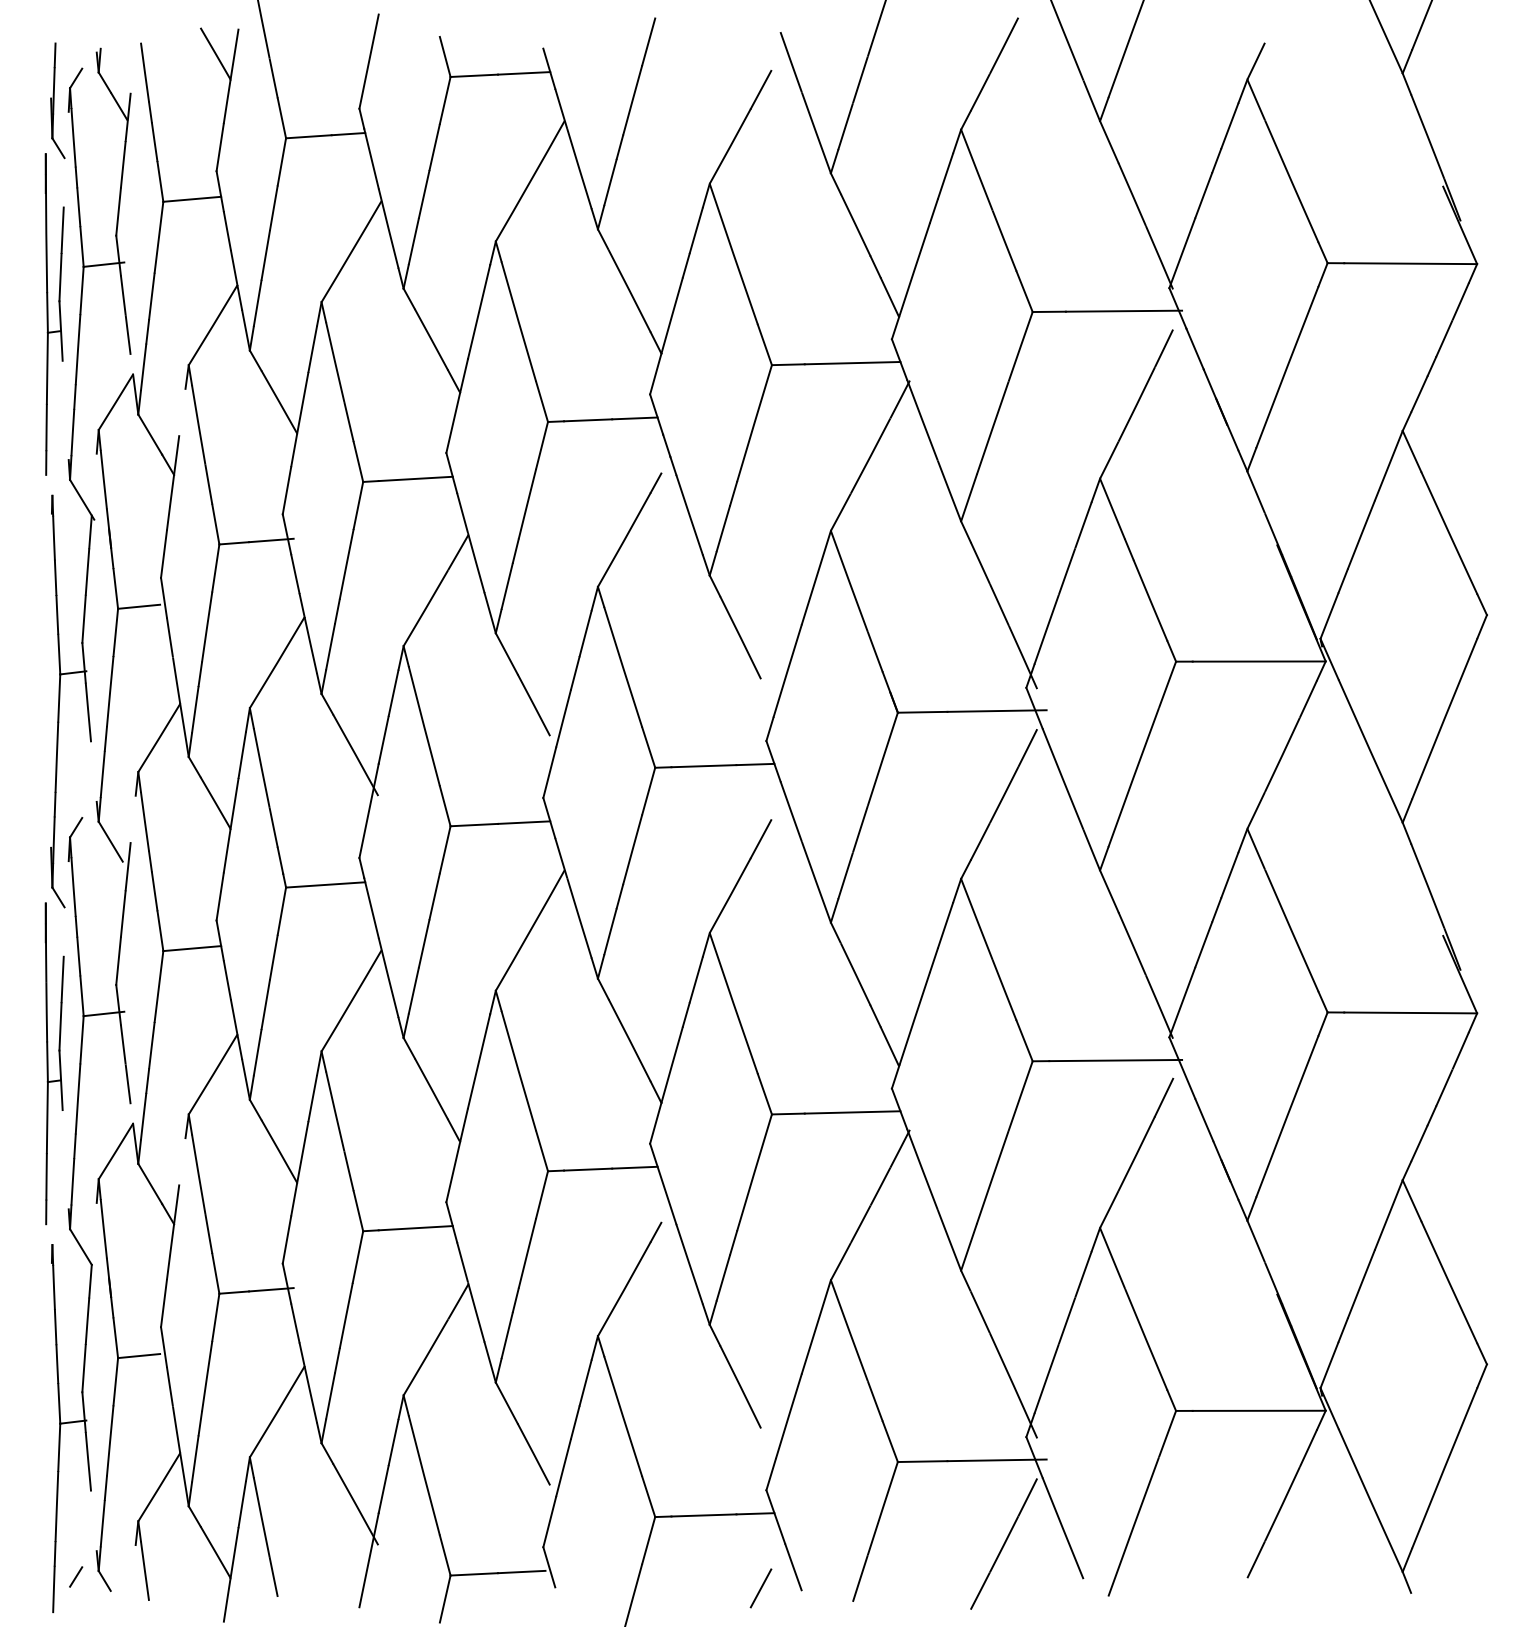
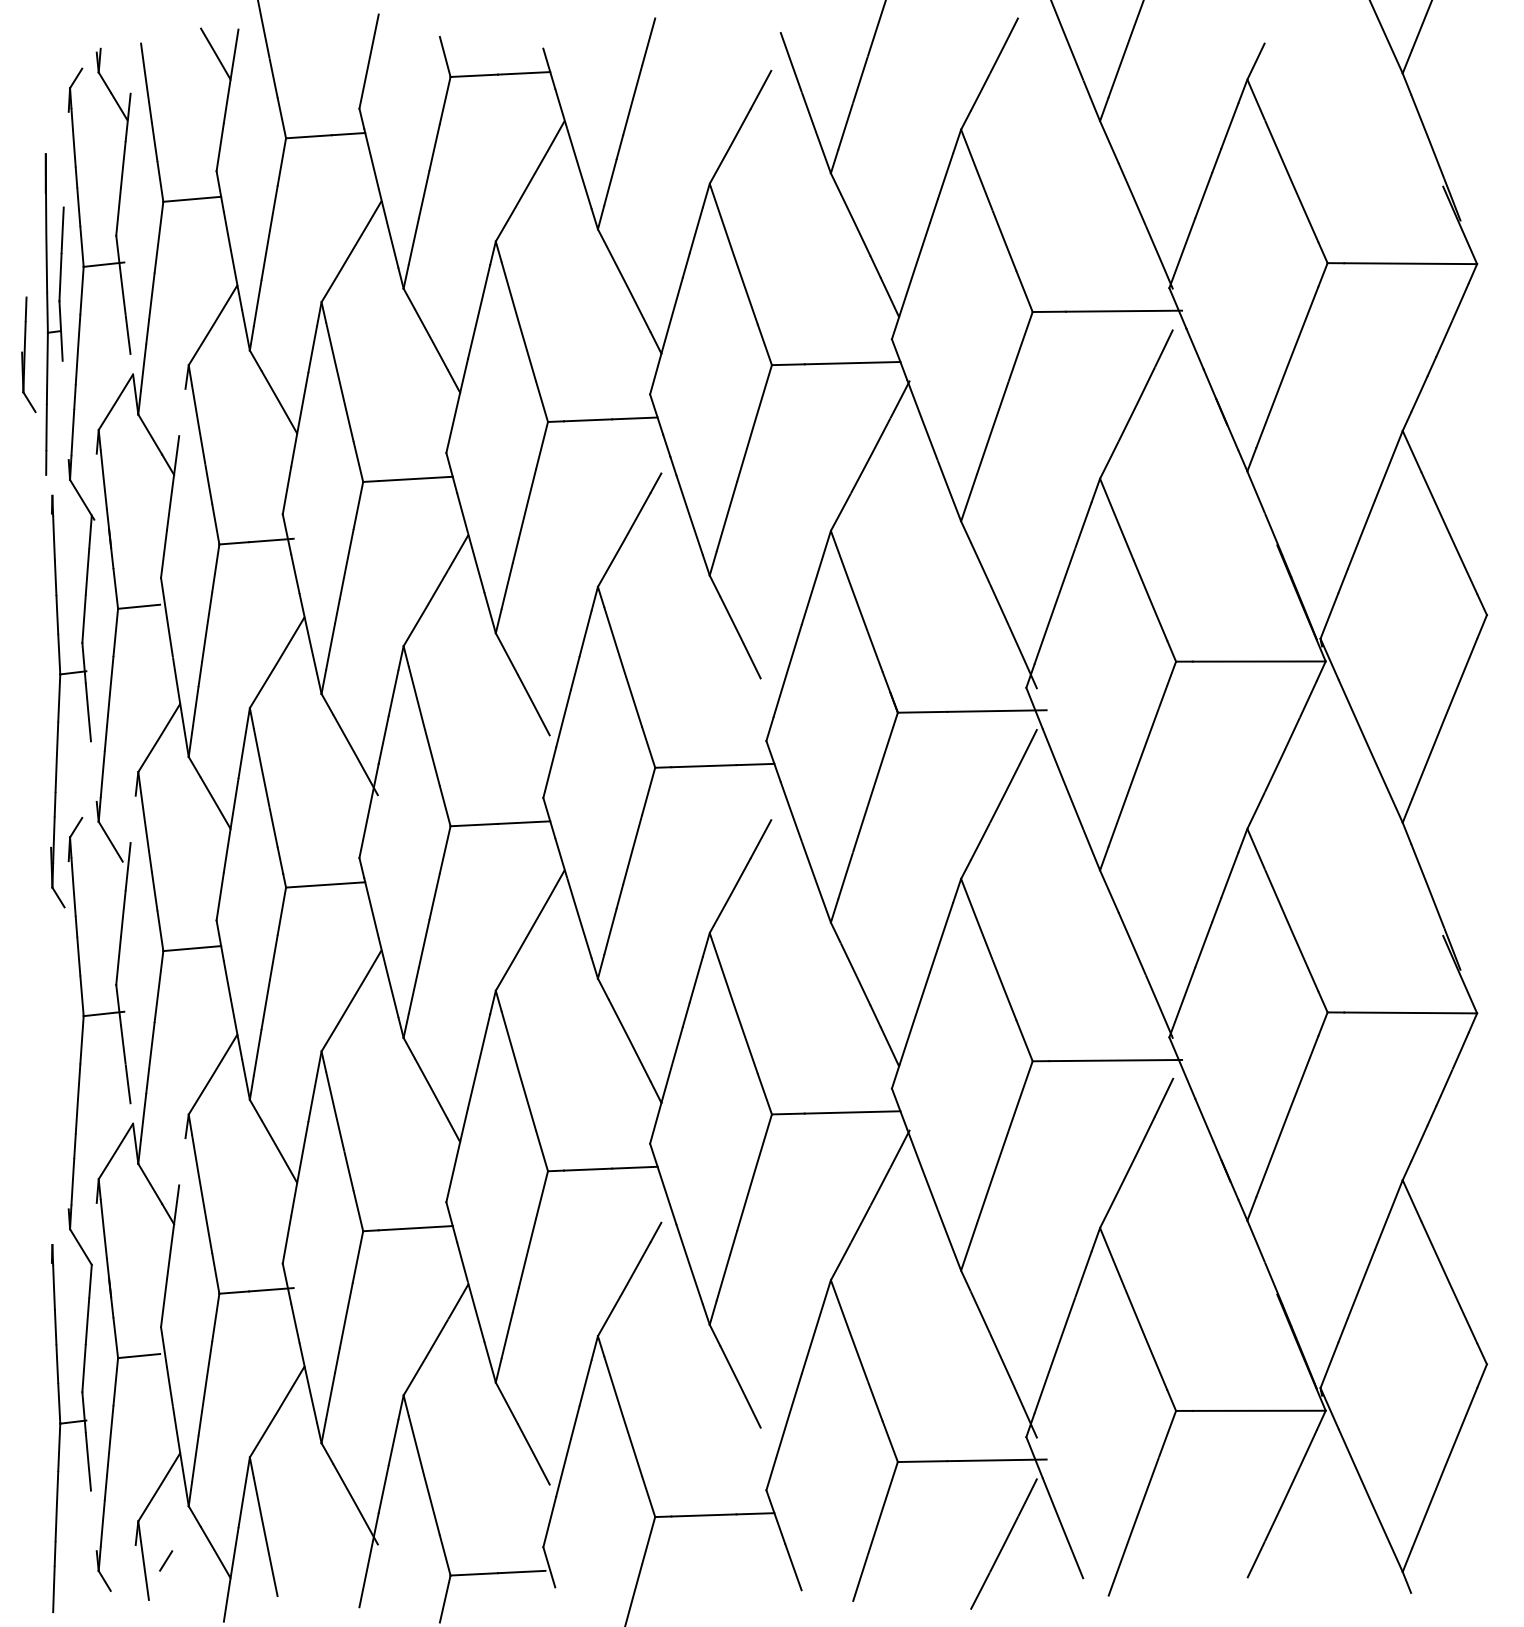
part at (57, 100) position: (57, 100) -> (28, 354)
part at (54, 1063): present -> none
line at (76, 1576) position: (76, 1576) -> (166, 1560)
line at (760, 1588): present -> none
